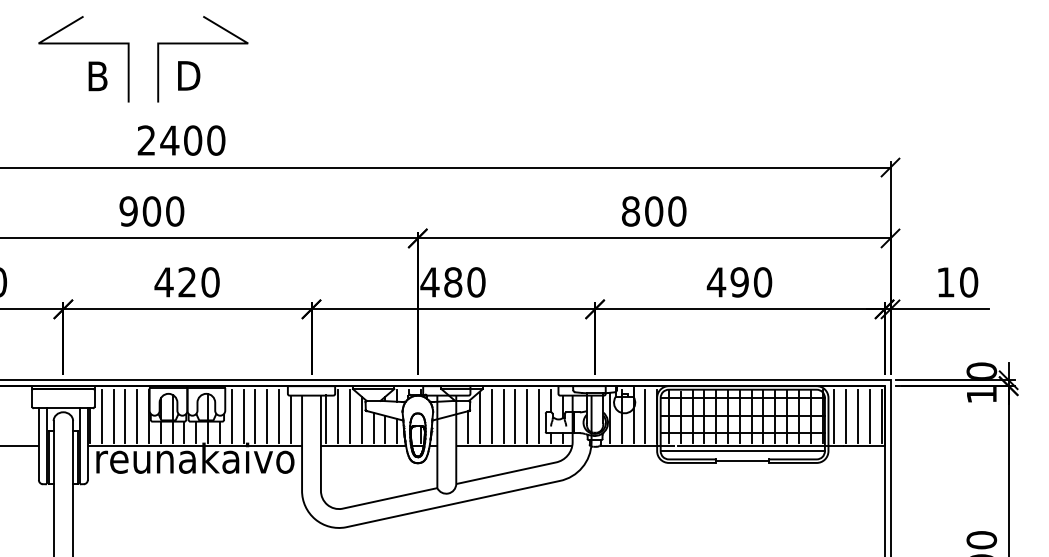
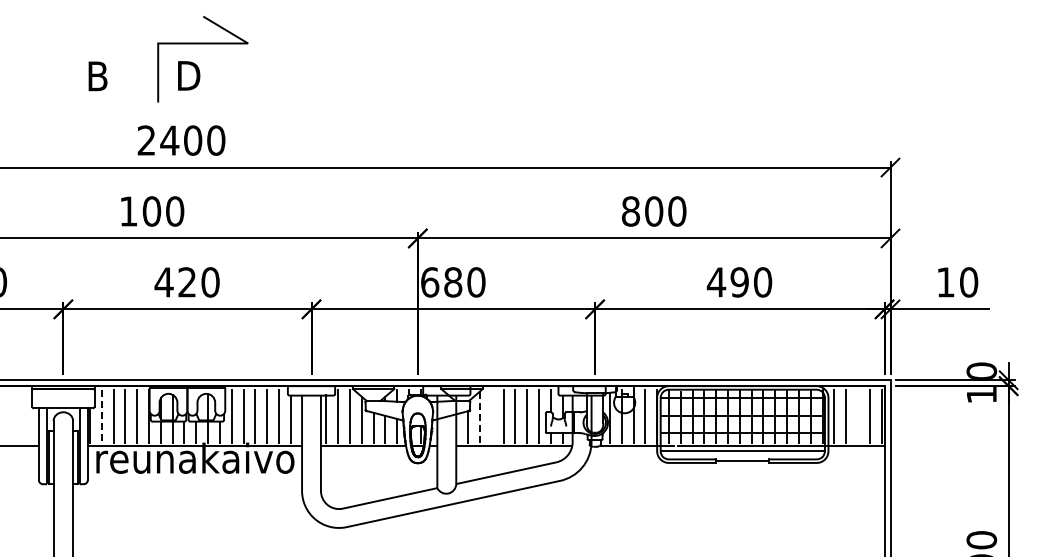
line at (83, 44): present -> none
text at (128, 211): 900 -> 100
text at (429, 282): 480 -> 680
line at (491, 415): present -> none
line at (858, 415): present -> none
line at (101, 416): solid -> dashed
line at (479, 417): solid -> dashed
